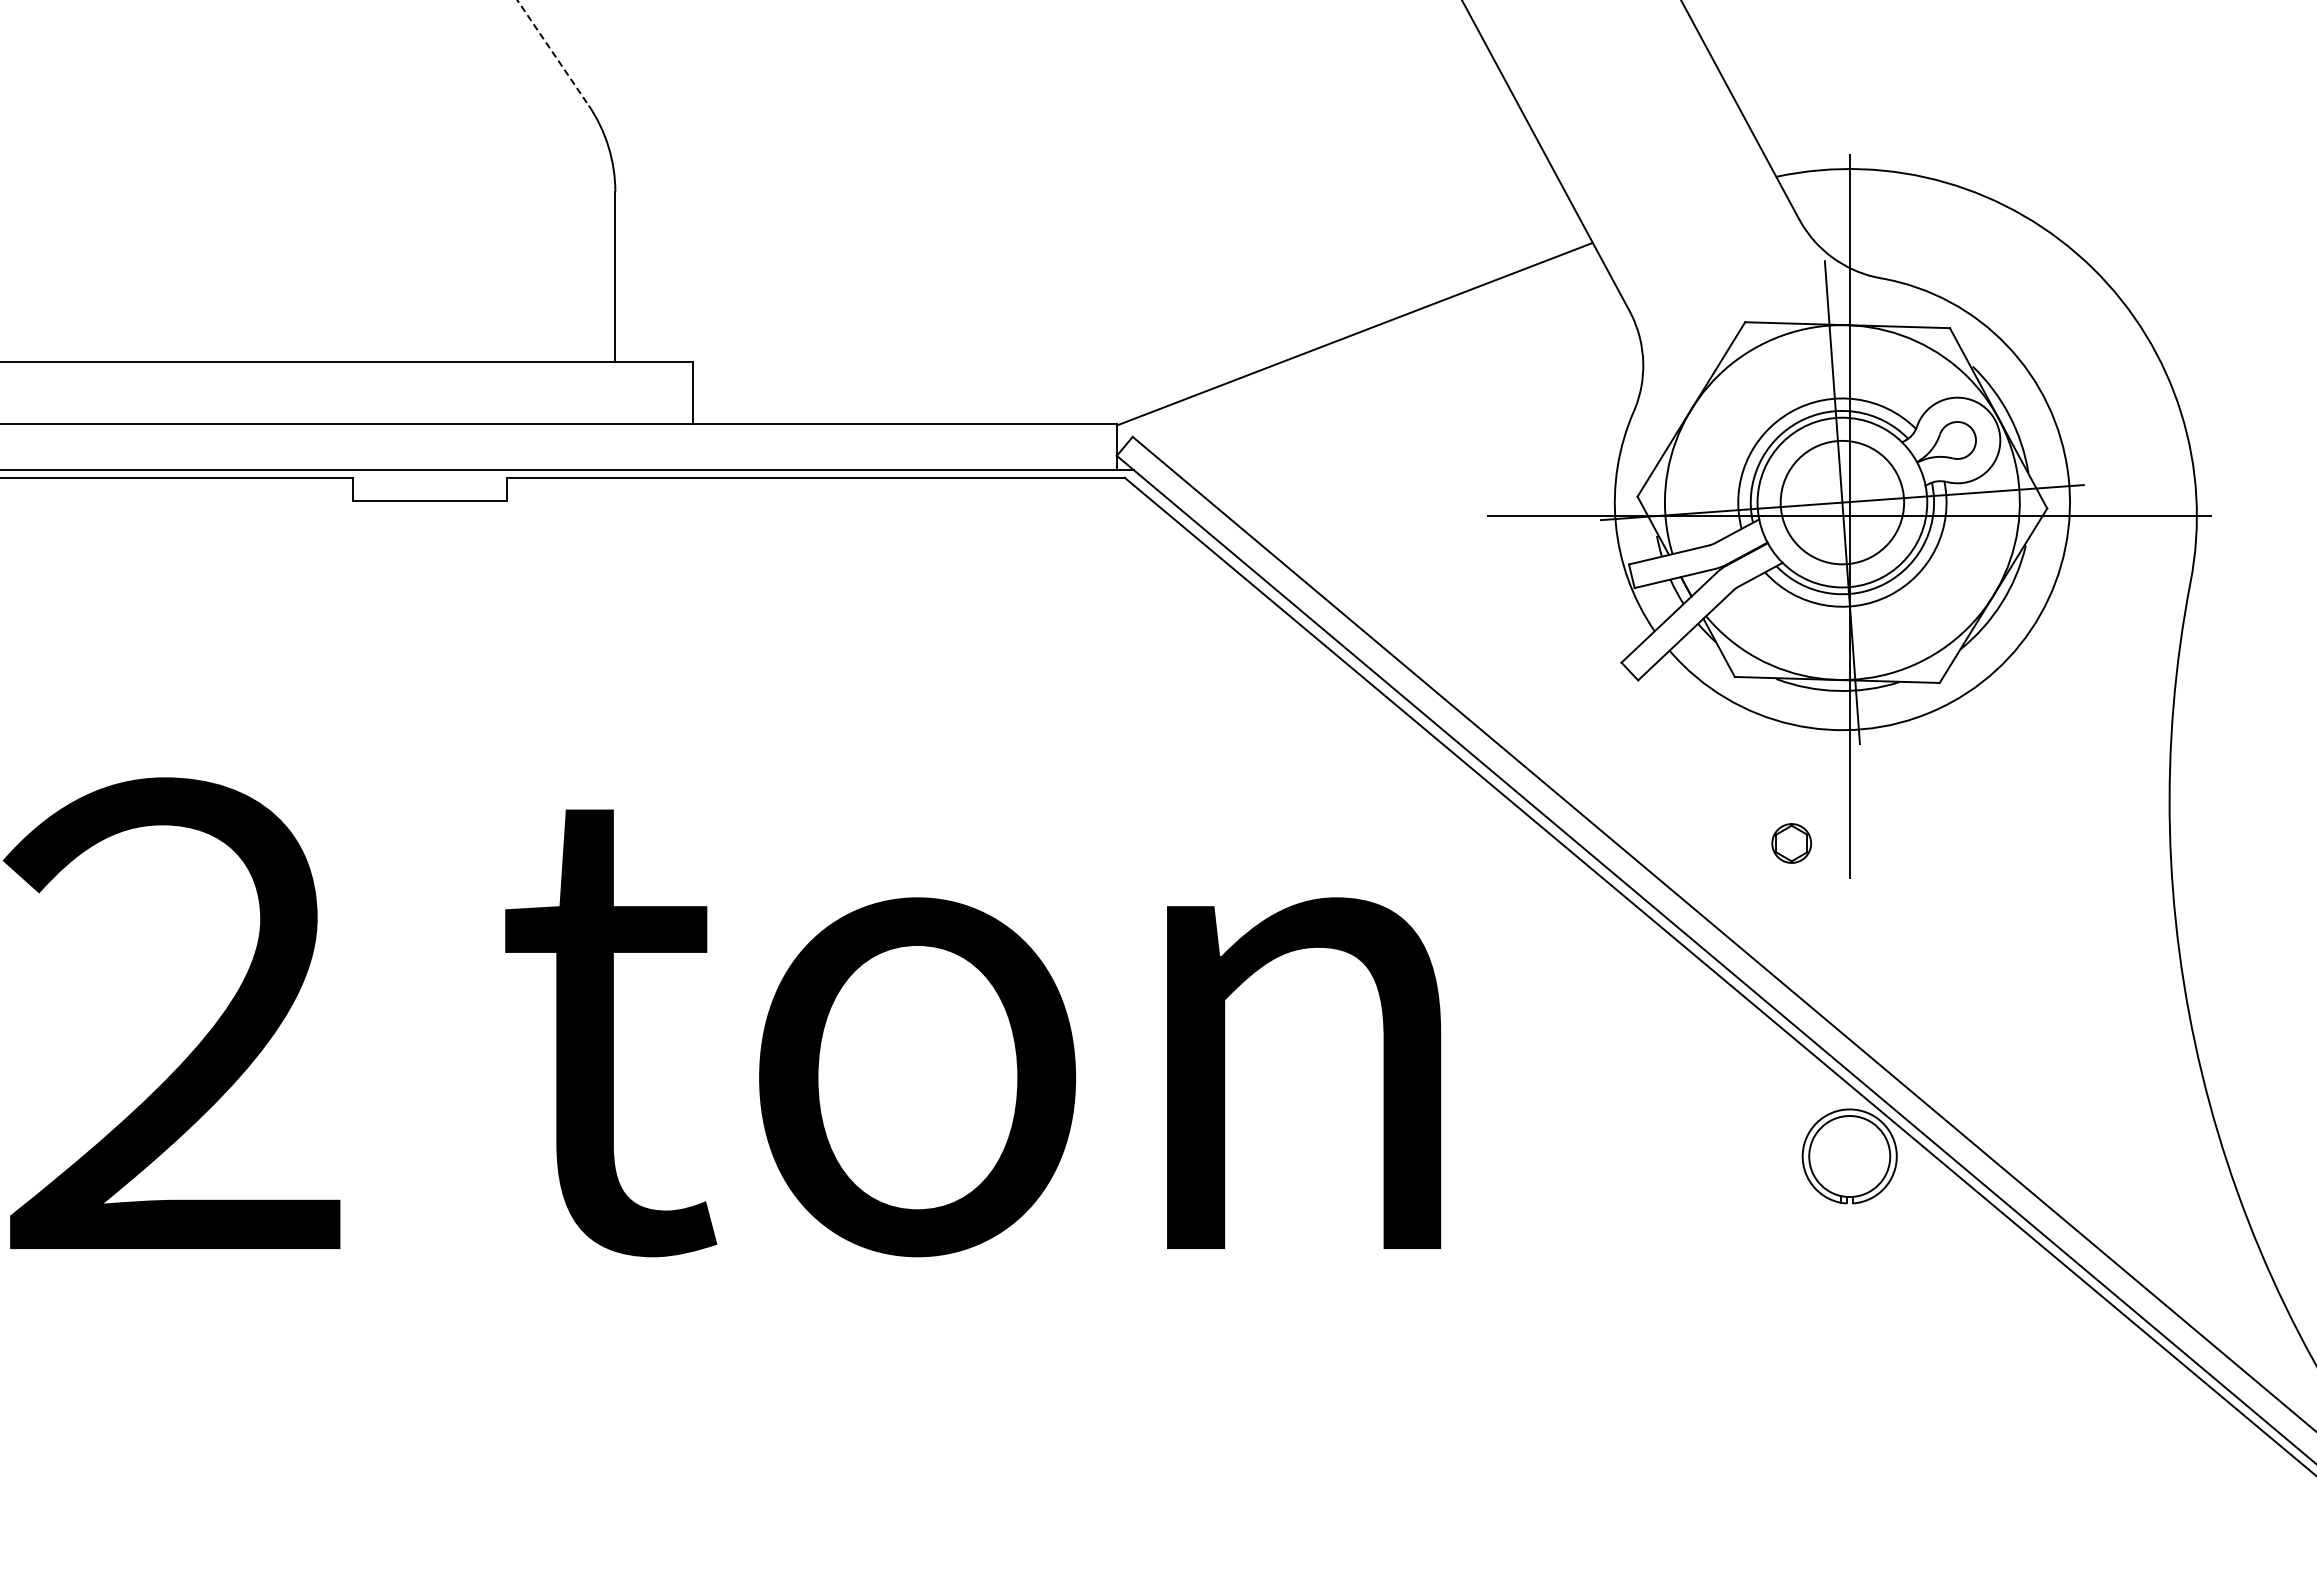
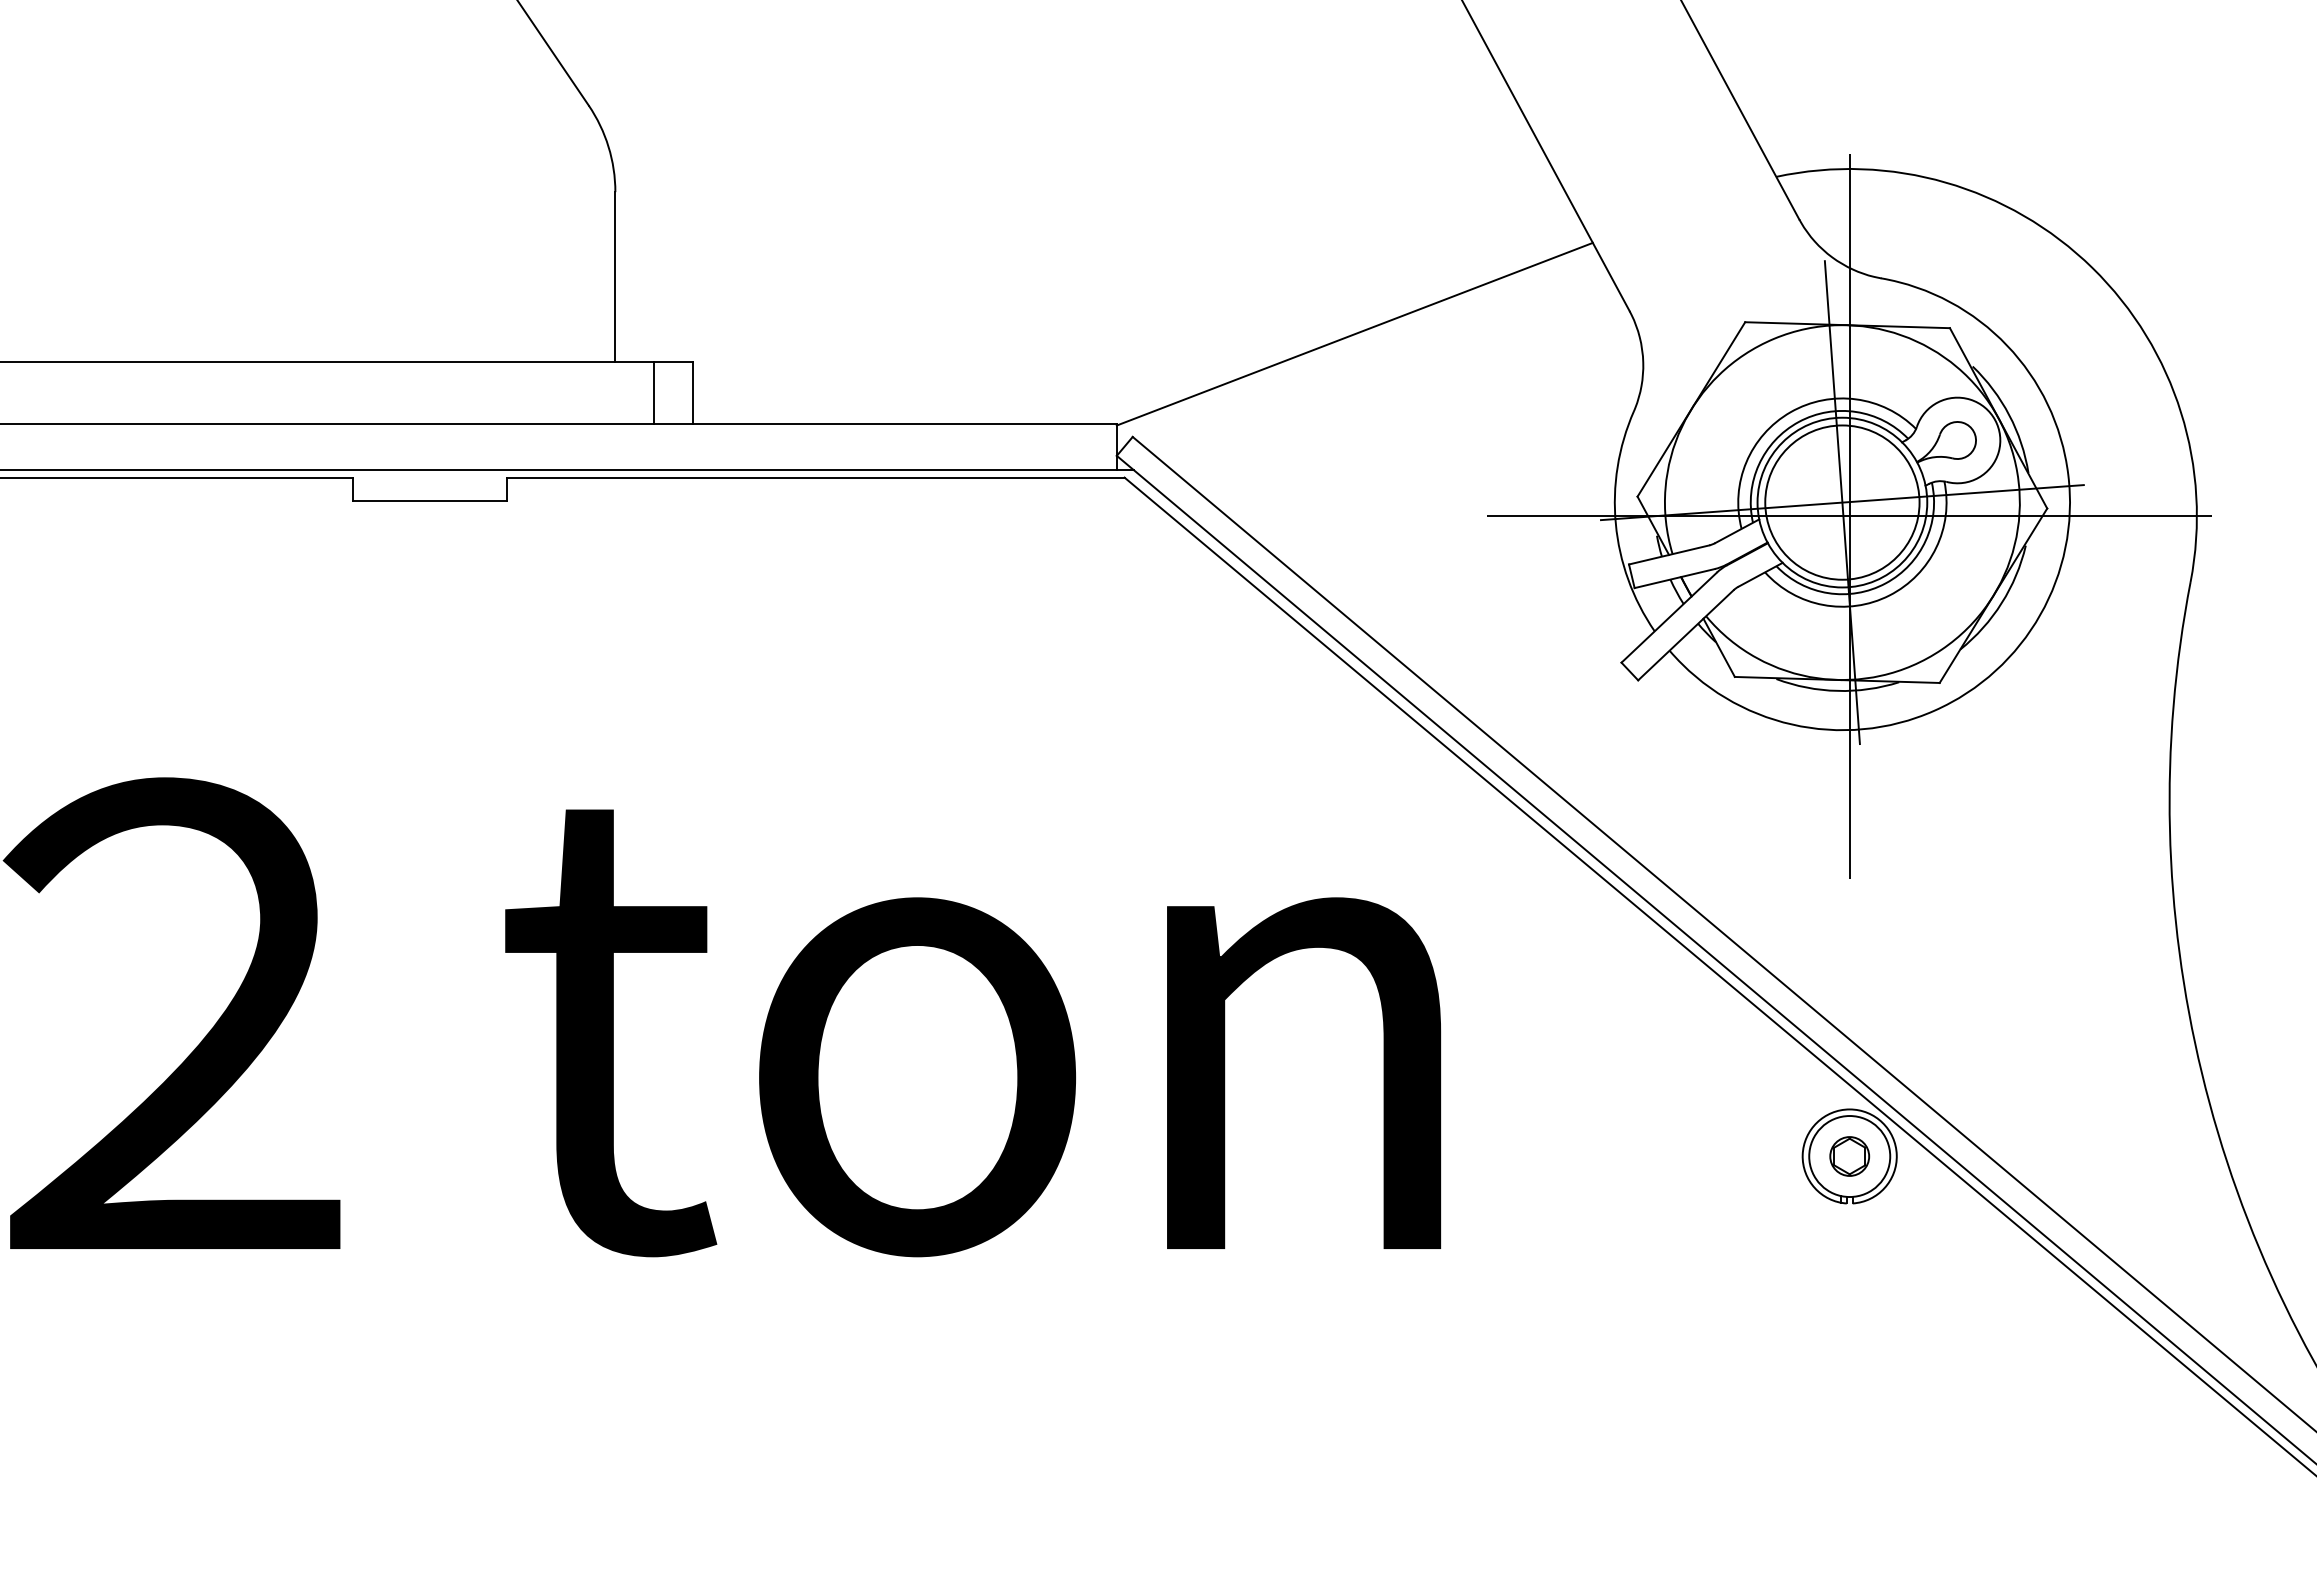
line at (553, 53): dashed -> solid
line at (653, 392): none -> present
circle at (1842, 502) diameter: 123 px -> 154 px
part at (1791, 843) position: (1791, 843) -> (1849, 1156)
